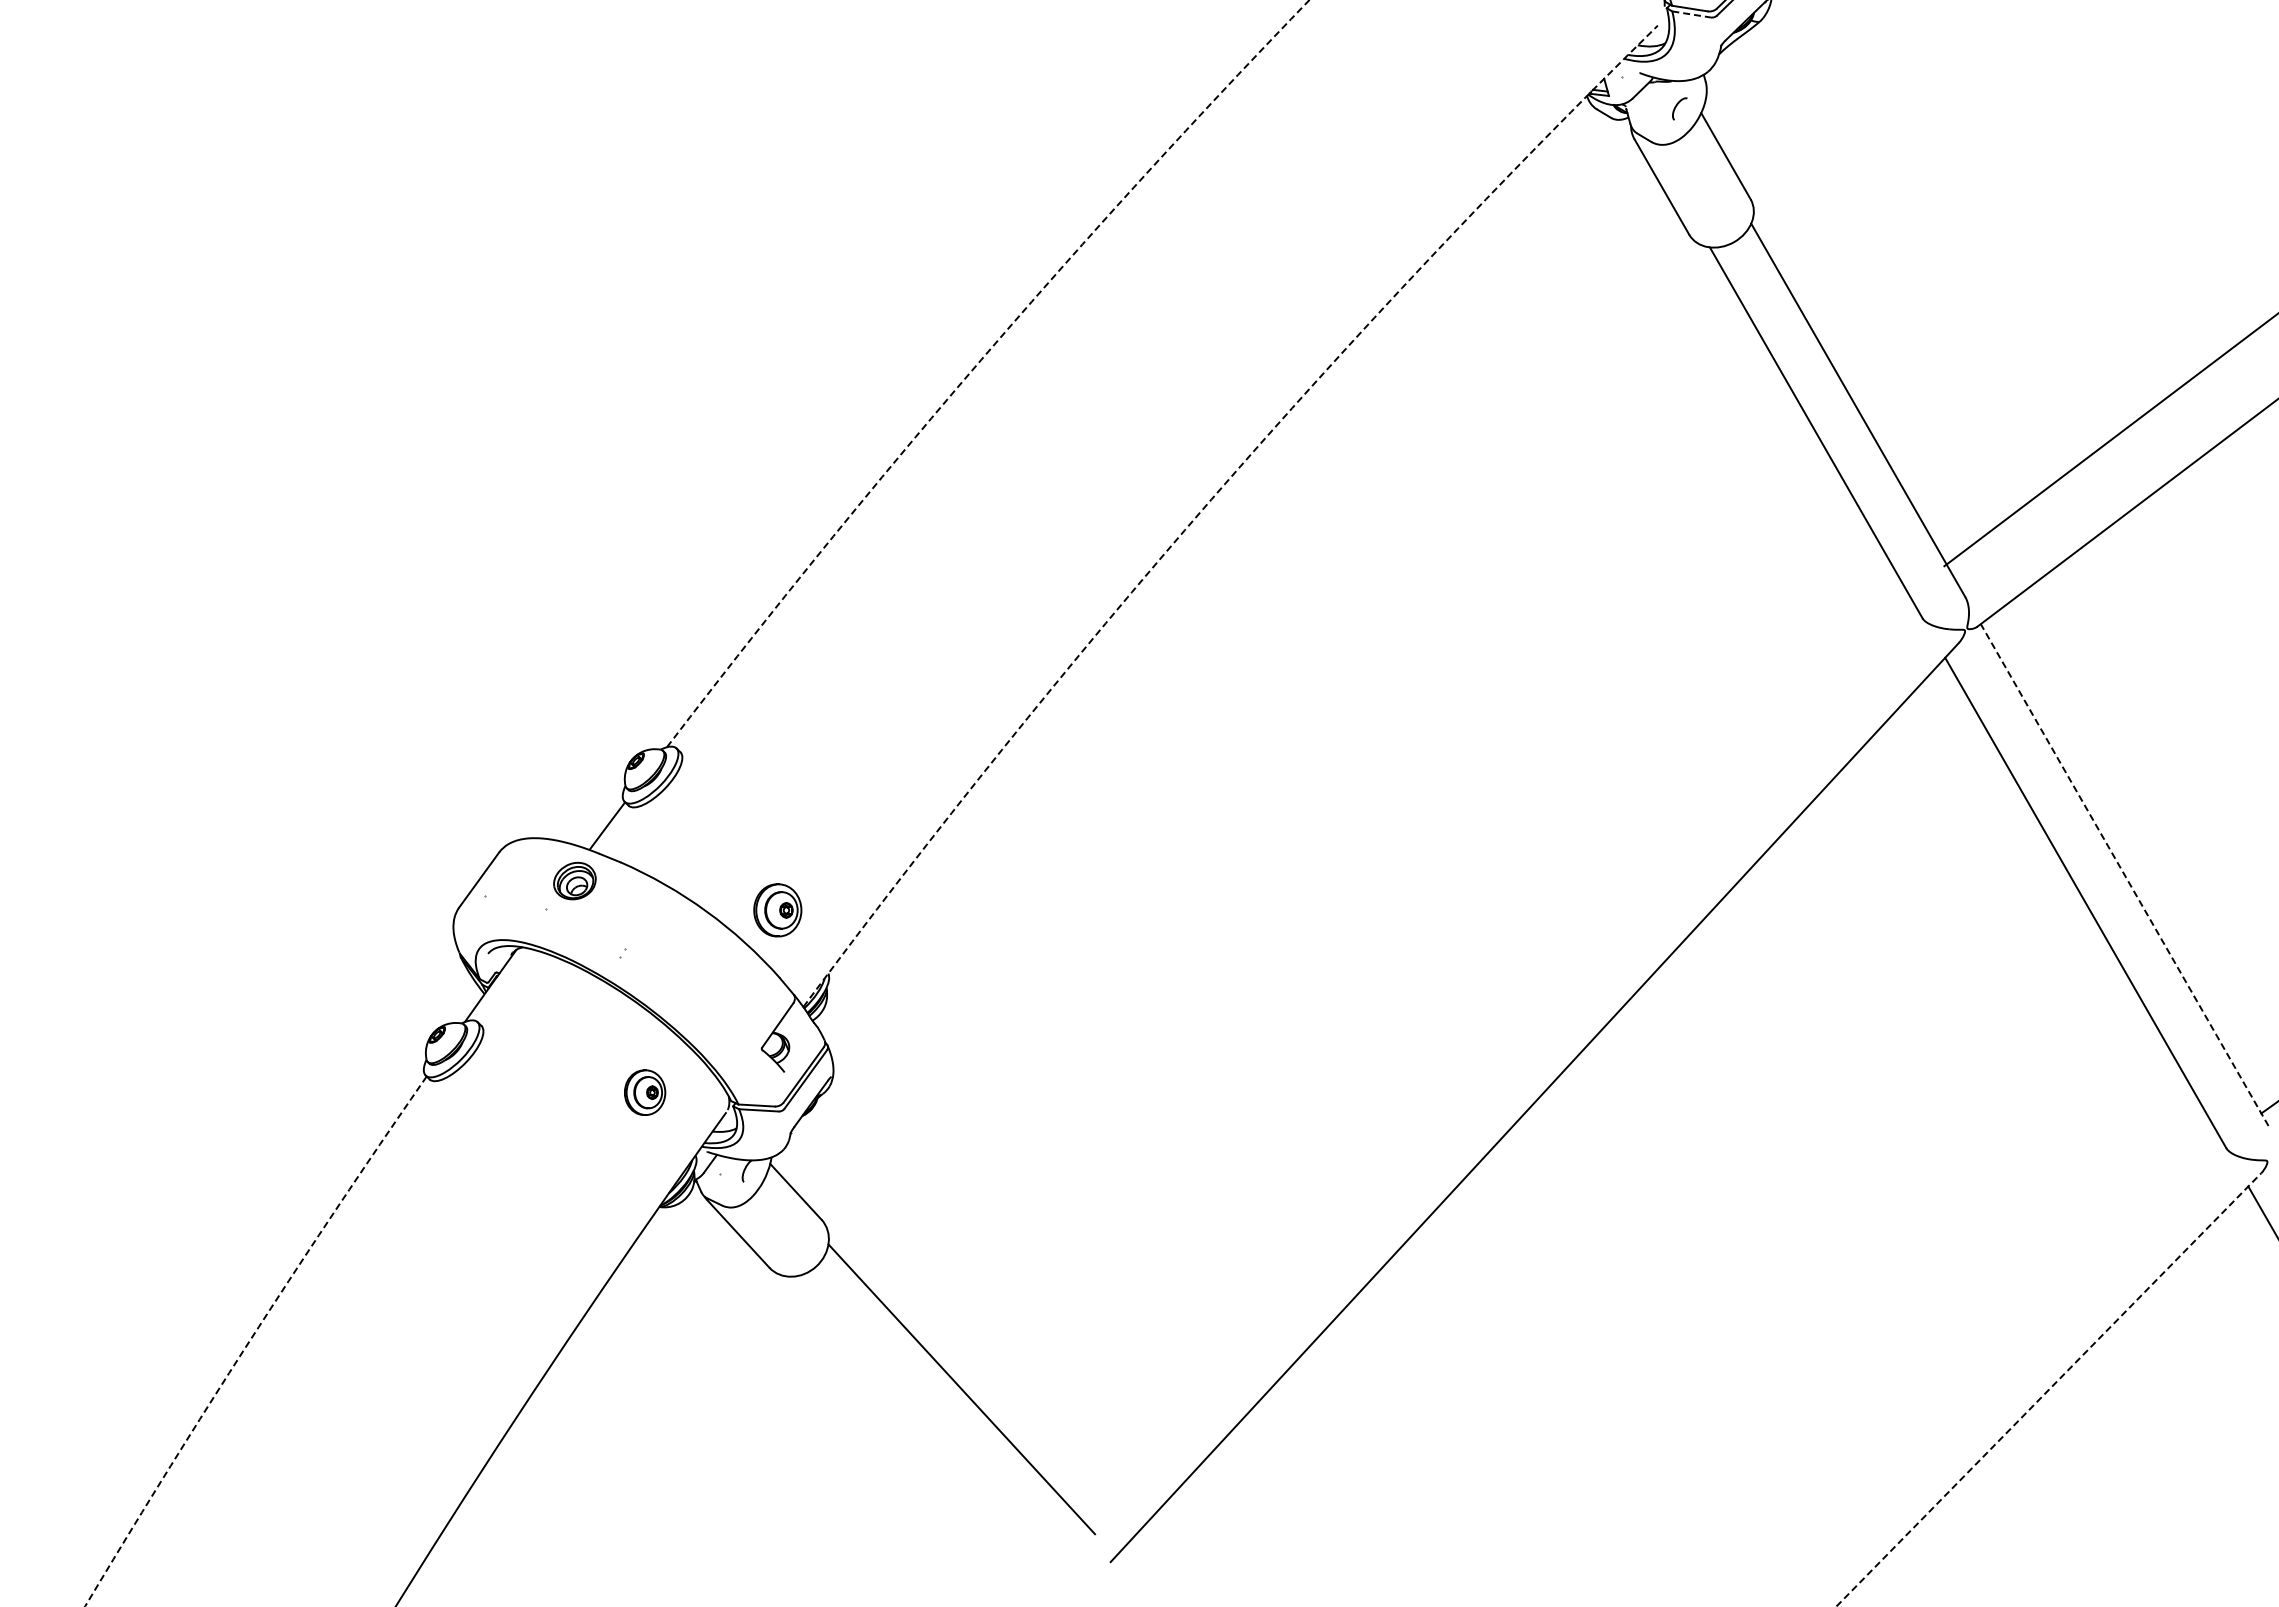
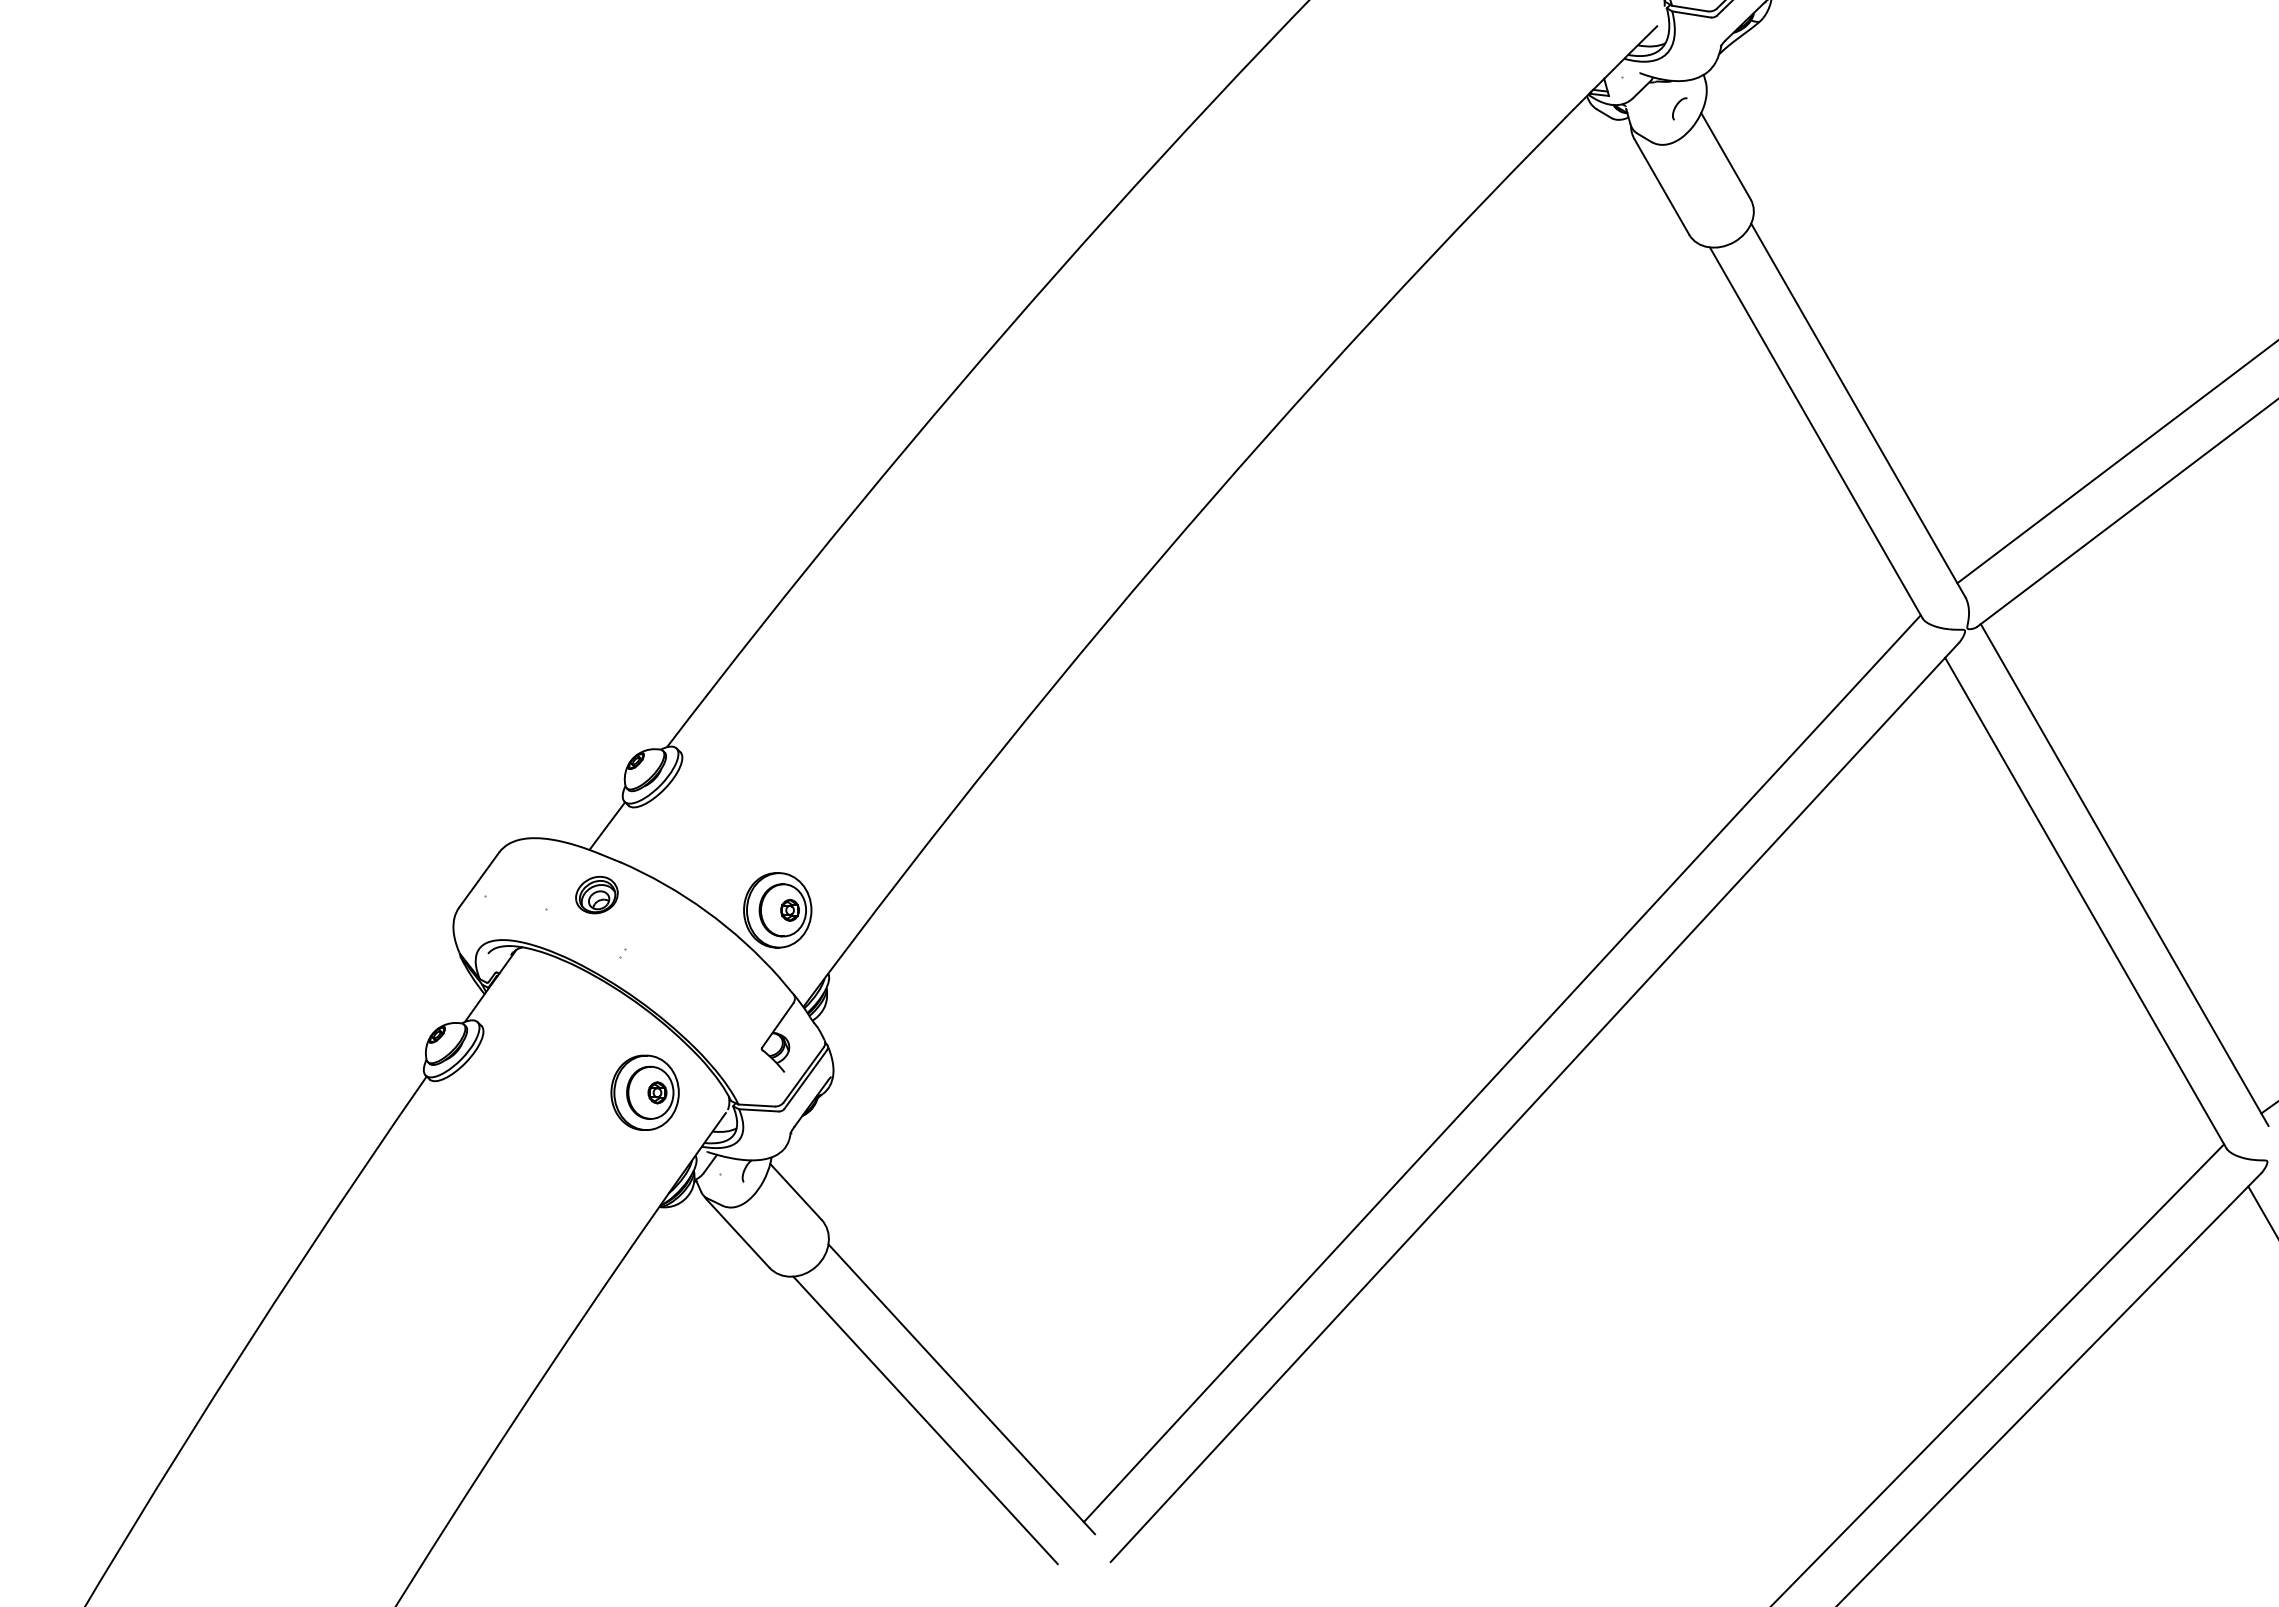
line at (1691, 14): dashed -> solid
arc at (977, 364): dashed -> solid
line at (2109, 440) position: (2109, 440) -> (2116, 462)
line at (1211, 499): dashed -> solid
line at (2124, 874): dashed -> solid
part at (574, 880) position: (574, 880) -> (596, 894)
part at (777, 910) size: 50x55 px -> 70x77 px
line at (1501, 1068): none -> present
part at (645, 1092) size: 43x47 px -> 70x77 px
arc at (251, 1339): dashed -> solid
line at (1998, 1373): none -> present
line at (2049, 1389): dashed -> solid
line at (925, 1420): none -> present
